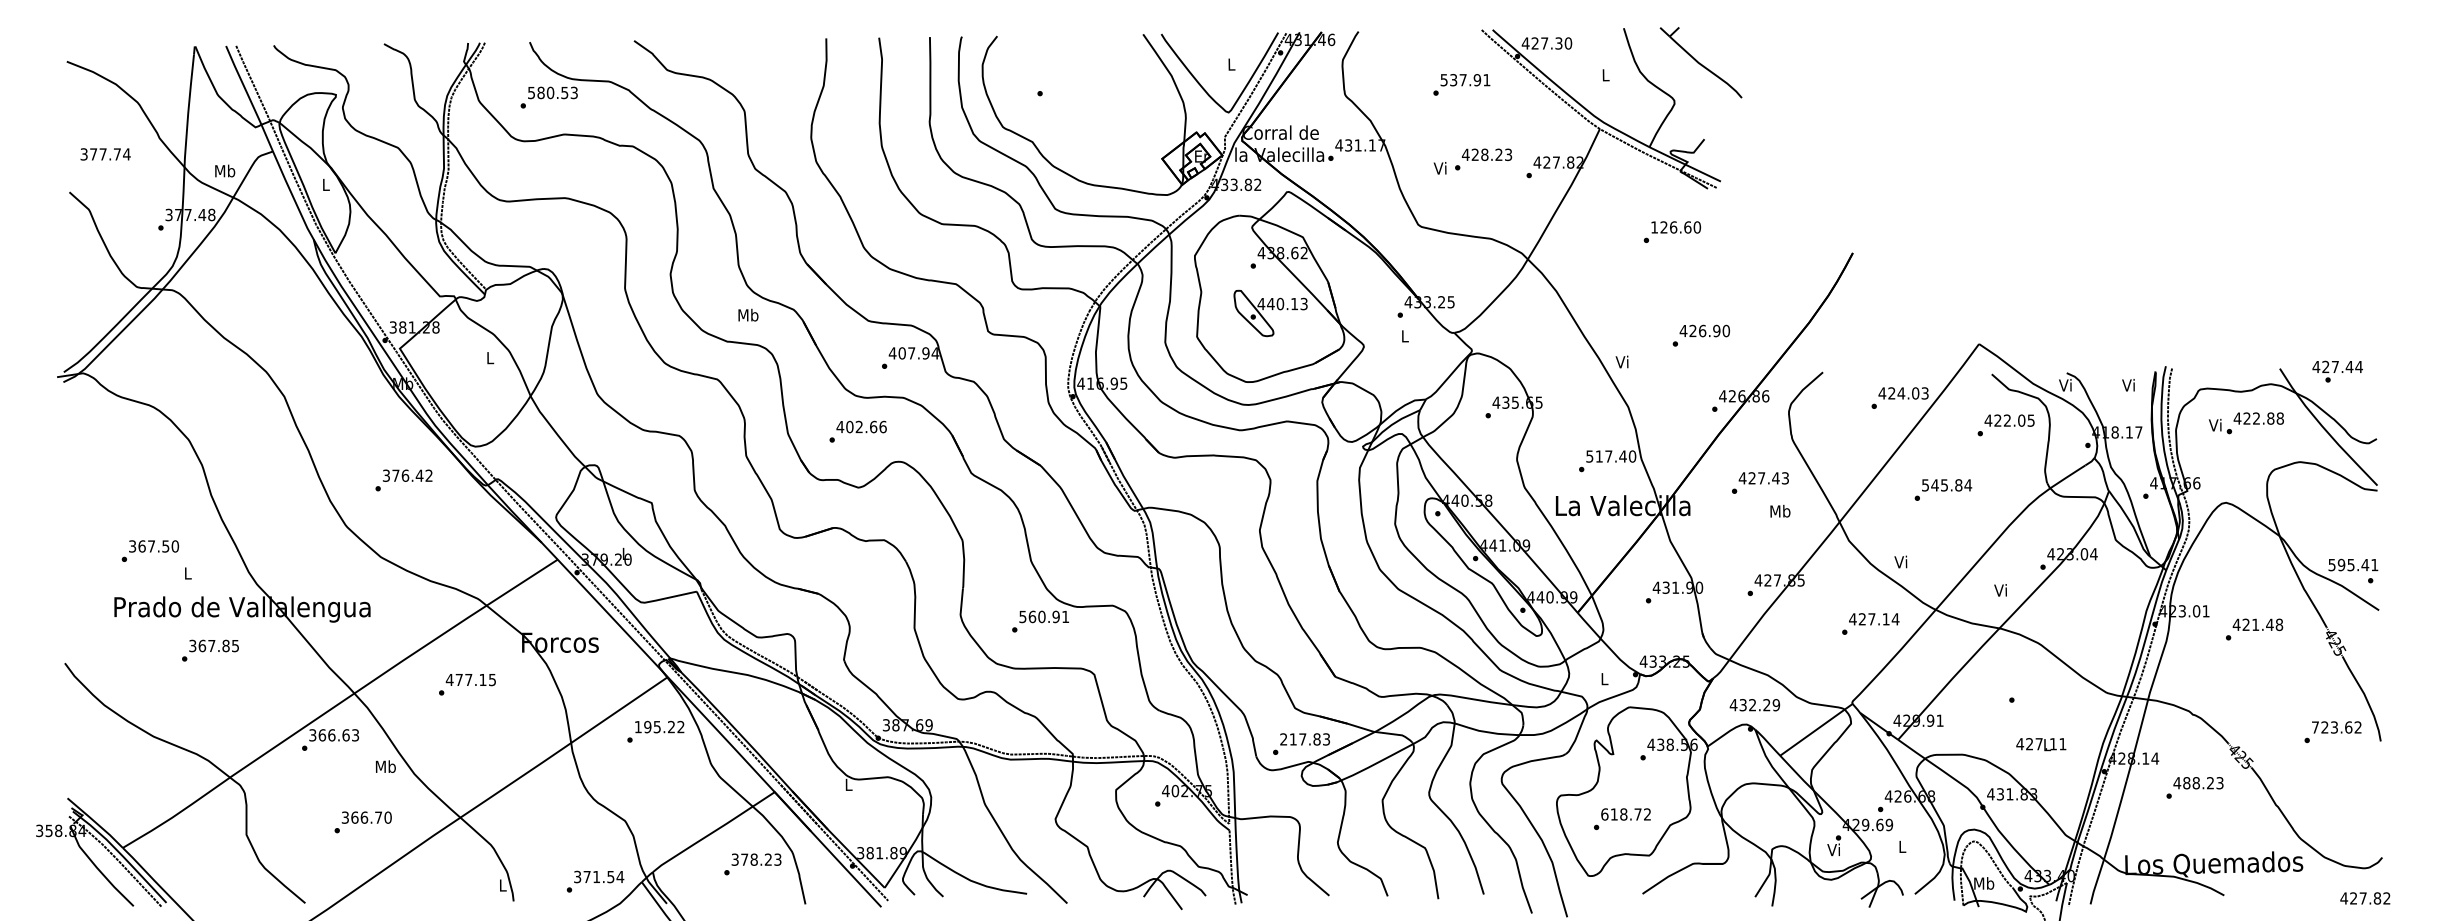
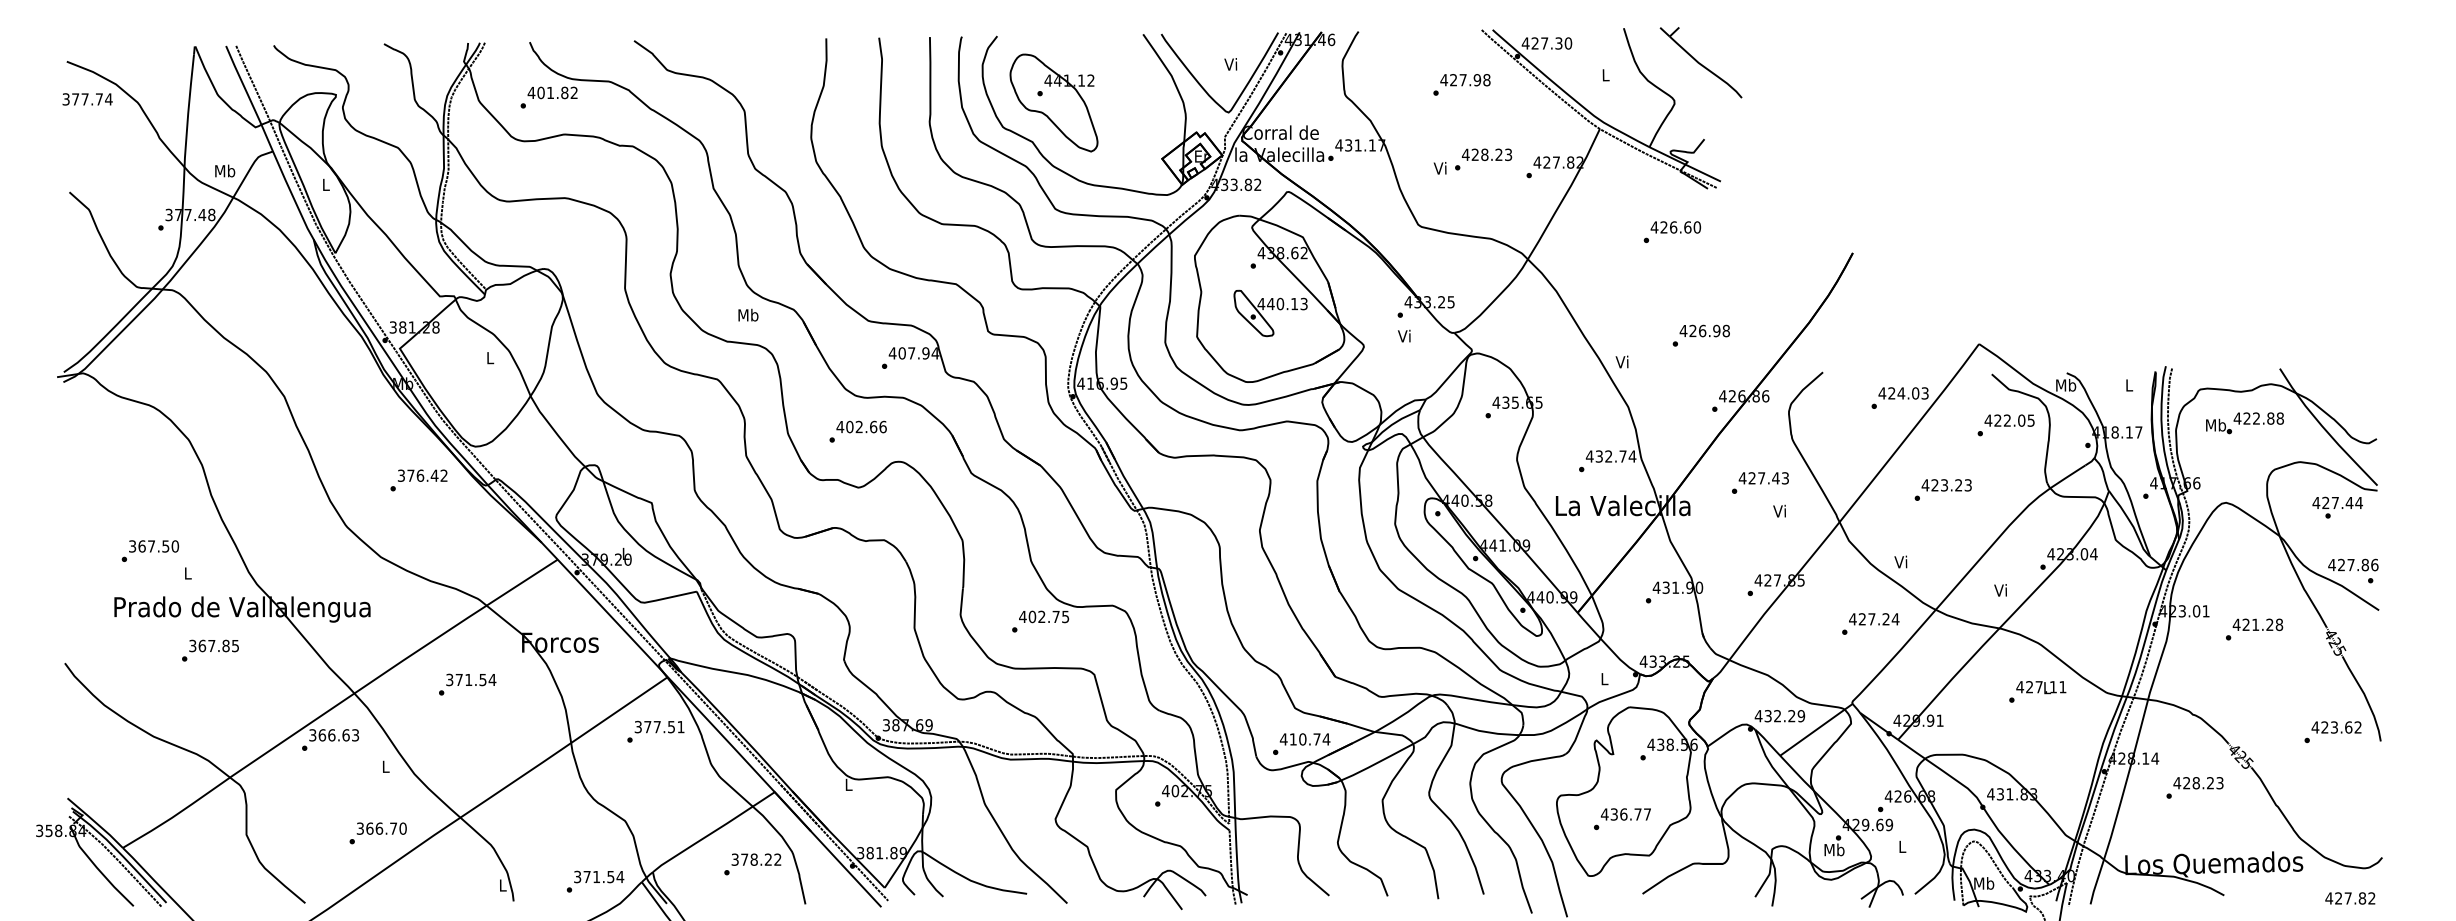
text at (1230, 64): L -> Vi
text at (1465, 80): 537.91 -> 427.98
text at (552, 92): 580.53 -> 401.82
part at (1053, 102): none -> present
text at (105, 154) position: (105, 154) -> (87, 99)
text at (1654, 227): 126.60 -> 426.60
text at (1726, 330): 426.90 -> 426.98
text at (1403, 335): L -> Vi
text at (2337, 371) position: (2337, 371) -> (2337, 507)
text at (2066, 385): Vi -> Mb
text at (2128, 385): Vi -> L
text at (2216, 424): Vi -> Mb
text at (1610, 456): 517.40 -> 432.74
text at (403, 480) position: (403, 480) -> (418, 480)
text at (1946, 485): 545.84 -> 423.23
text at (1780, 510): Mb -> Vi
text at (2353, 564): 595.41 -> 427.86
text at (1044, 616): 560.91 -> 402.75
text at (1885, 619): 427.14 -> 427.24
text at (2269, 624): 421.48 -> 421.28
text at (470, 679): 477.15 -> 371.54
text at (1754, 705) position: (1754, 705) -> (1779, 716)
text at (659, 726): 195.22 -> 377.51
text at (2315, 727): 723.62 -> 423.62
text at (1304, 739): 217.83 -> 410.74
text at (2041, 744) position: (2041, 744) -> (2041, 687)
text at (385, 766): Mb -> L
text at (2186, 783): 488.23 -> 428.23
text at (1625, 814): 618.72 -> 436.77
text at (362, 822) position: (362, 822) -> (377, 833)
text at (1834, 849): Vi -> Mb
text at (777, 859): 378.23 -> 378.22
text at (2365, 898) position: (2365, 898) -> (2350, 898)
